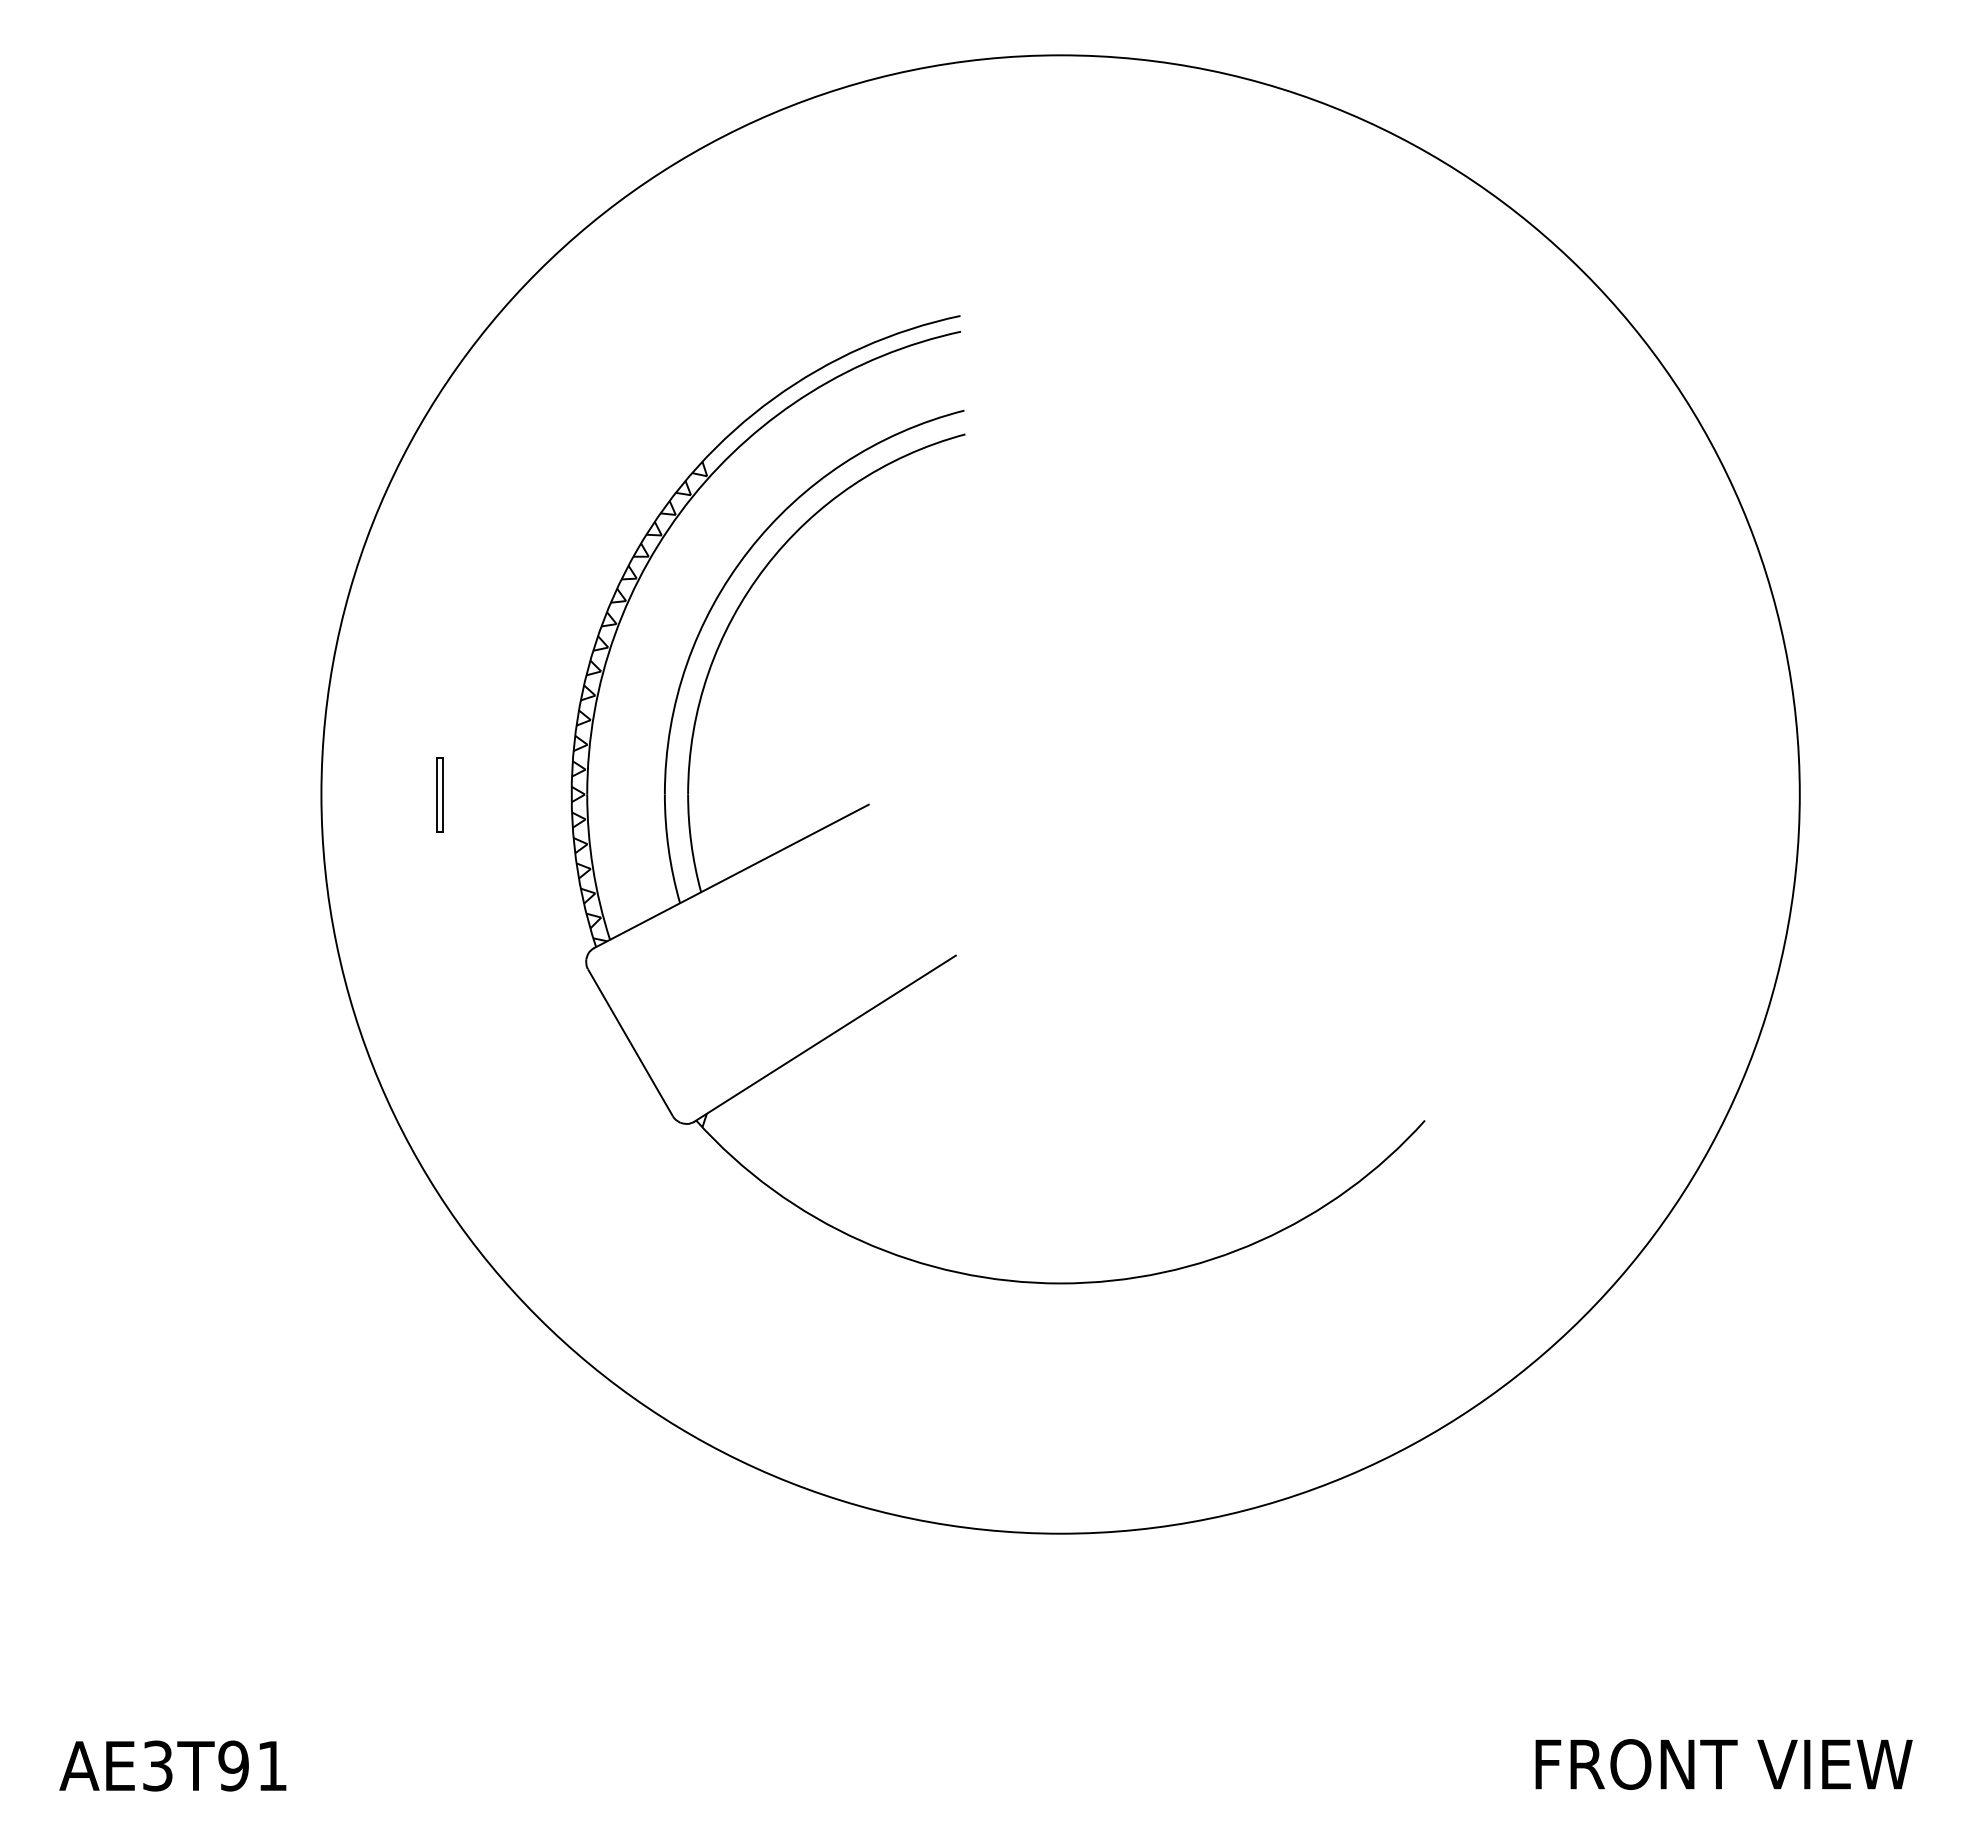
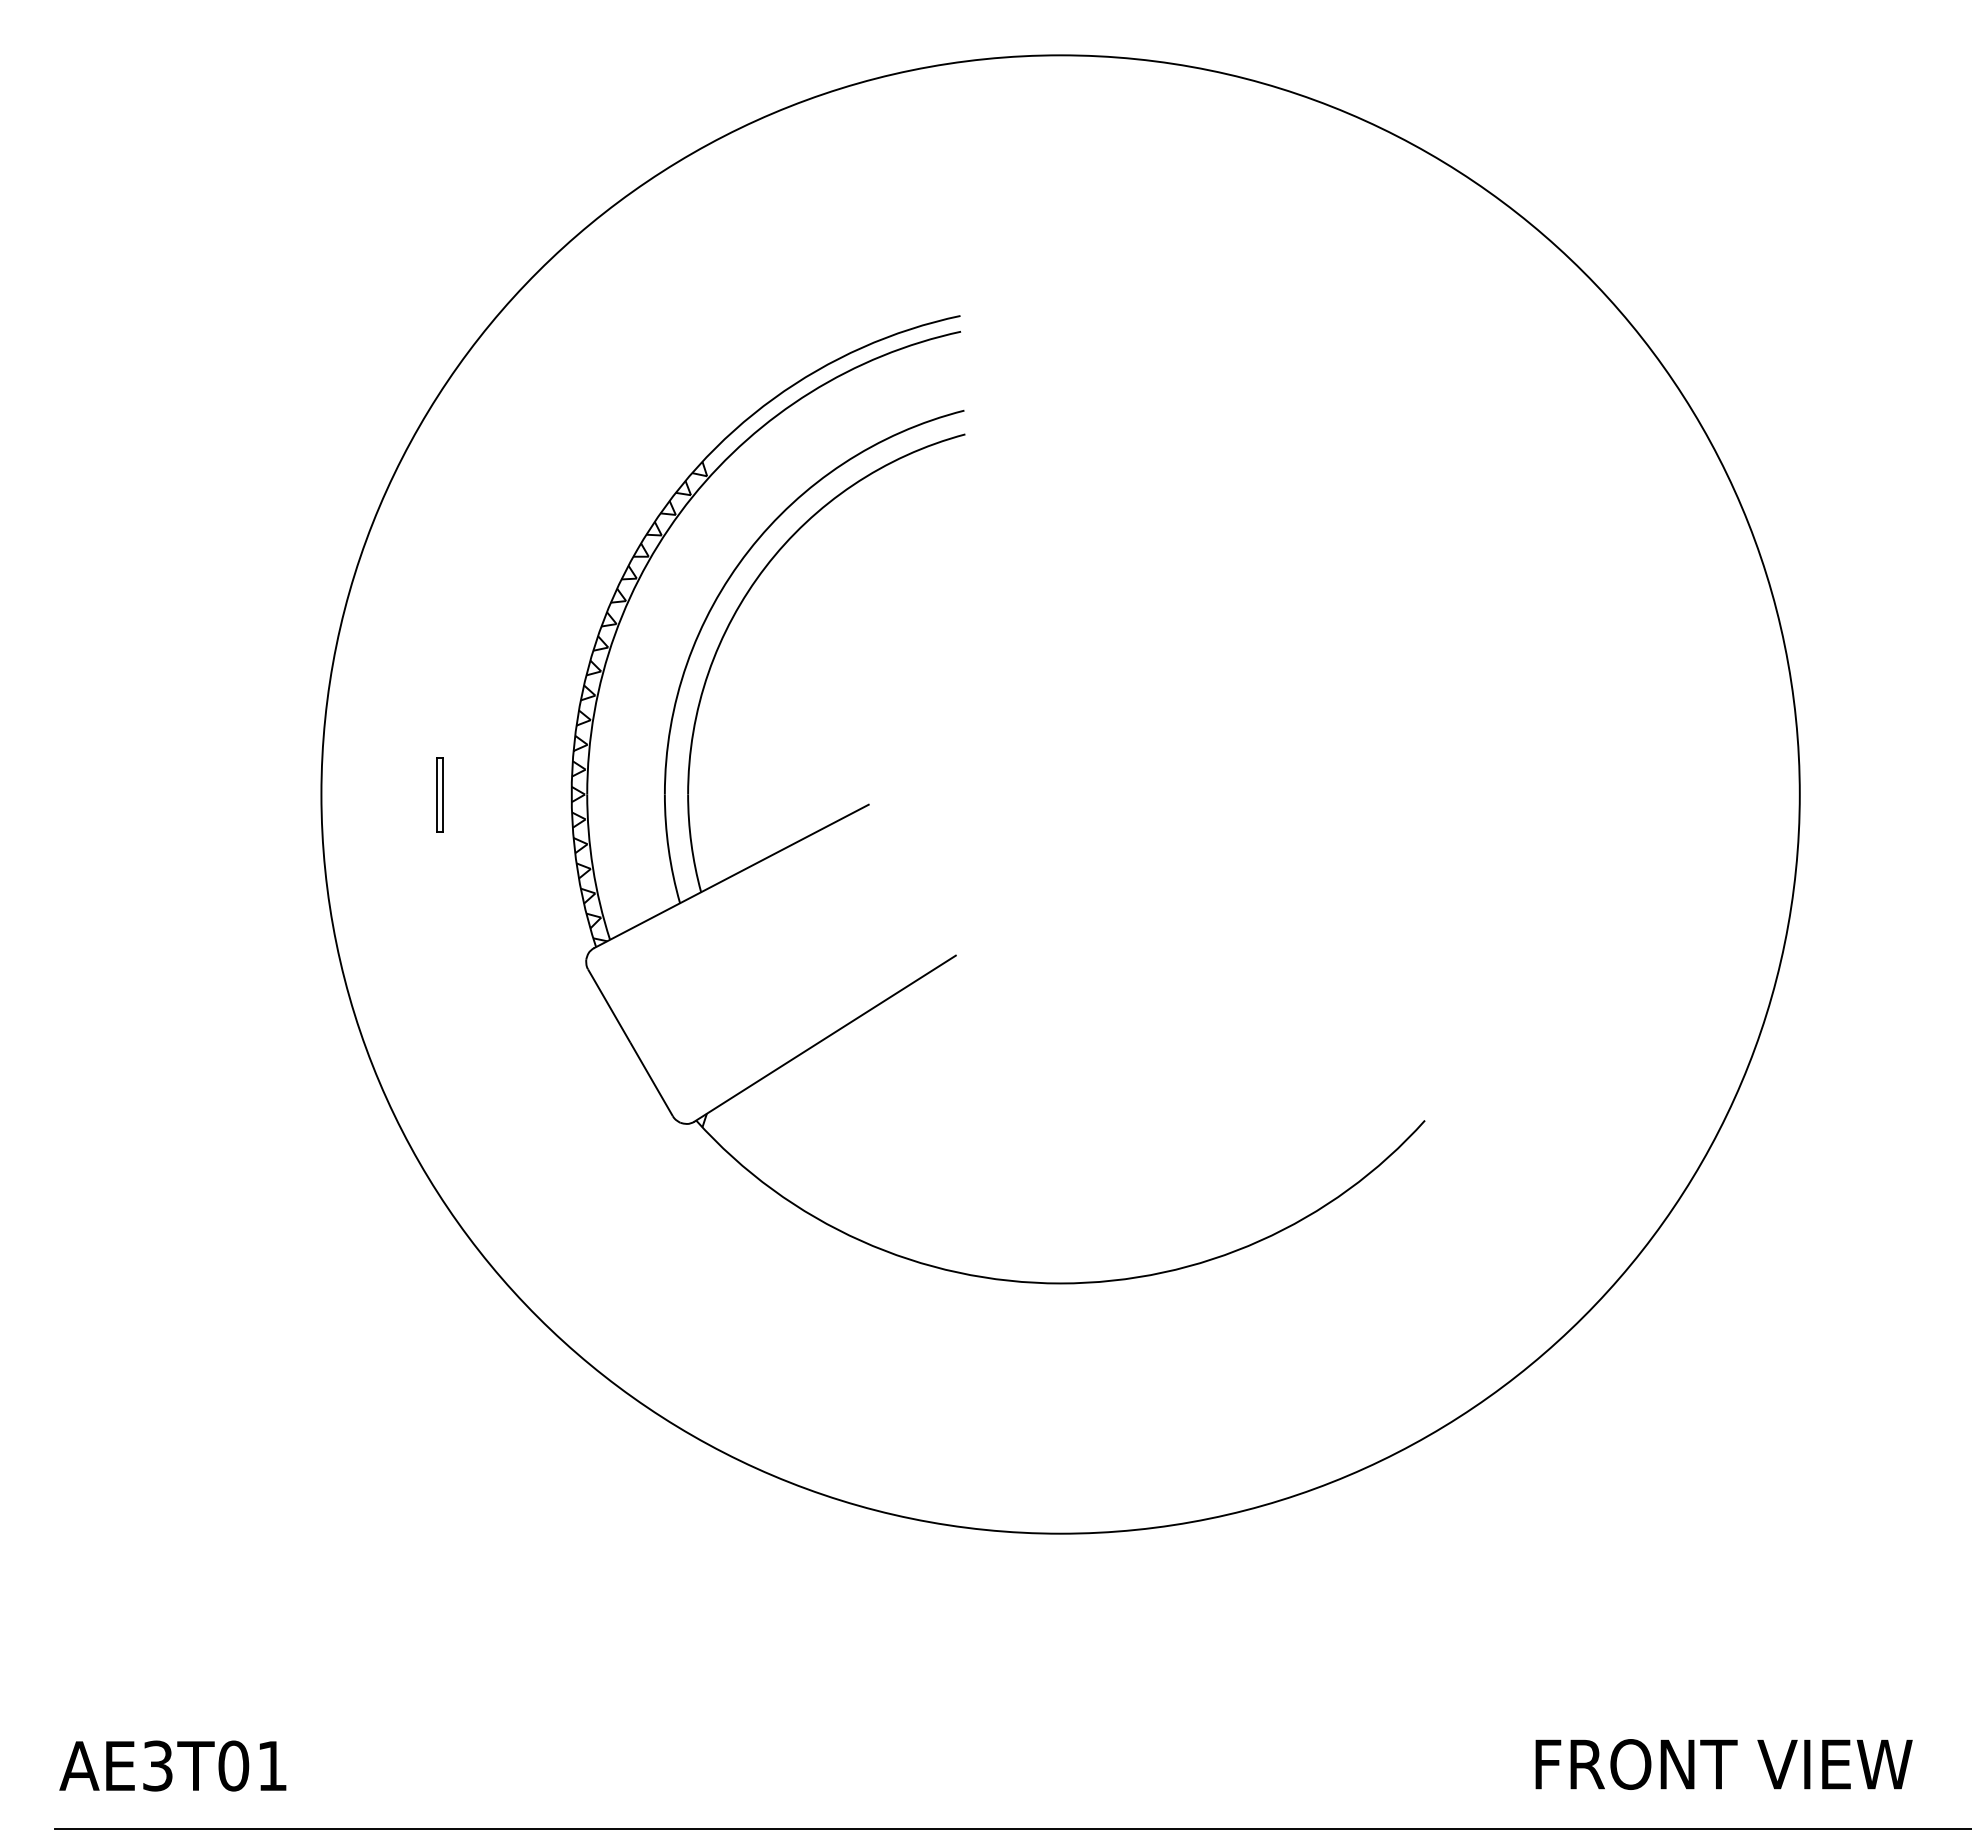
text at (233, 1765): AE3T91 -> AE3T01
line at (1011, 1829): none -> present
